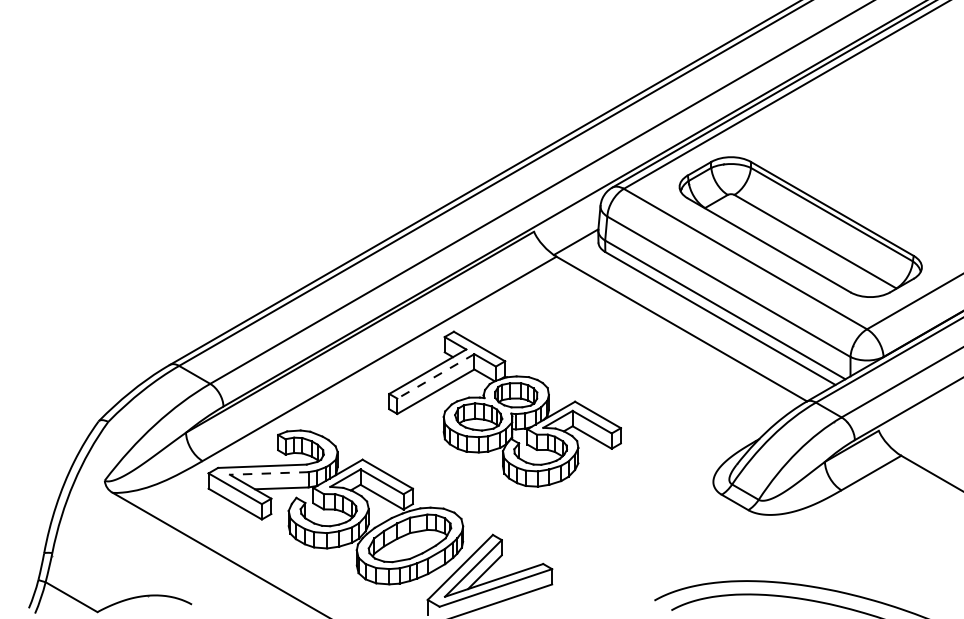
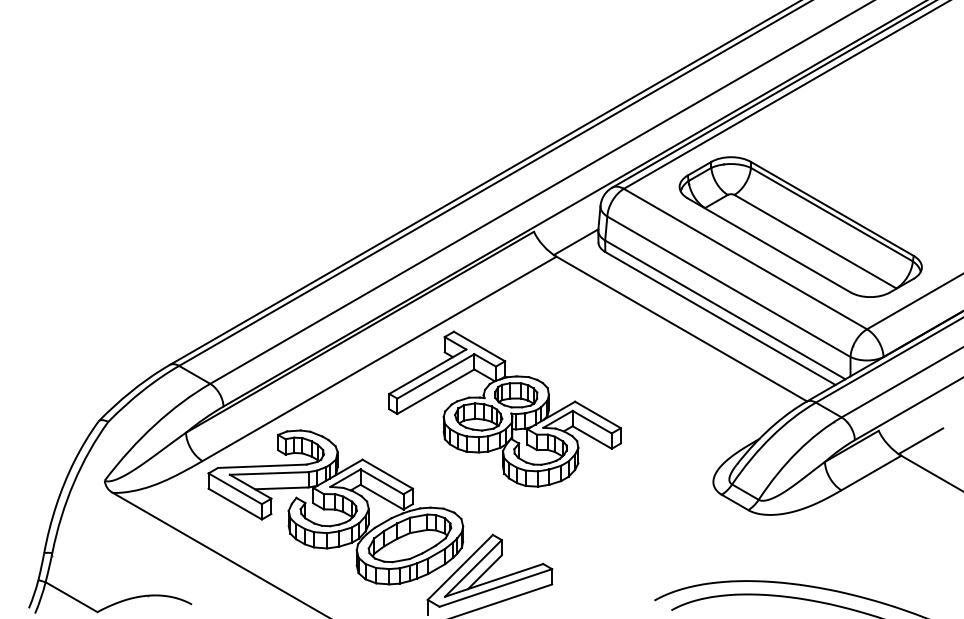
line at (435, 376): dashed -> solid
line at (920, 441): none -> present
line at (268, 473): dashed -> solid
